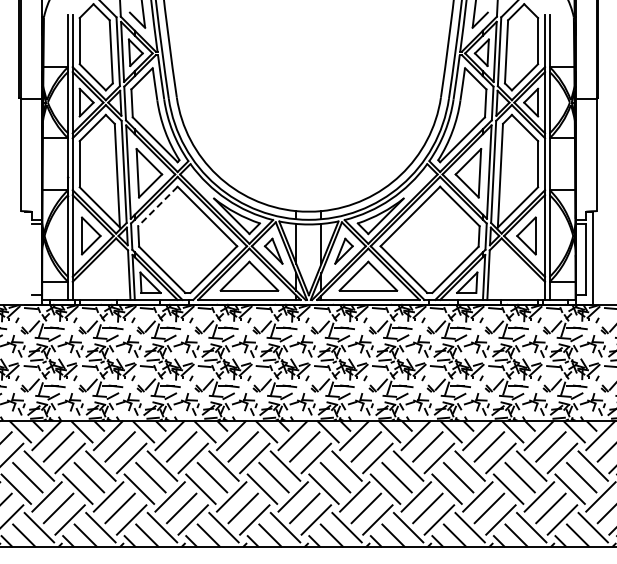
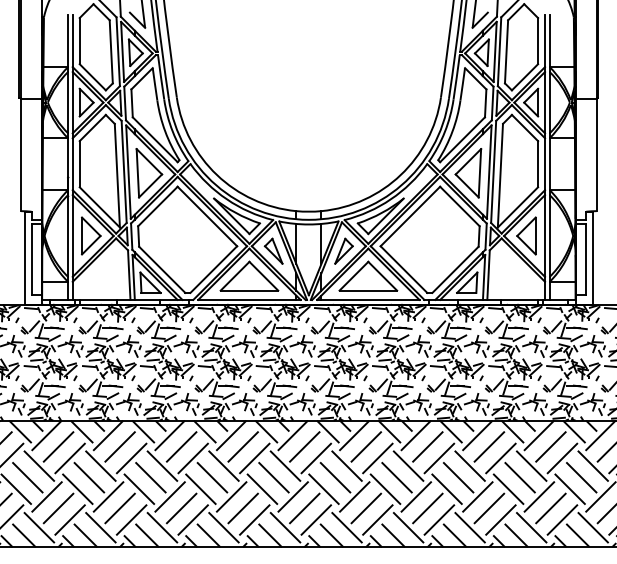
line at (157, 206): dashed -> solid
line at (25, 257): none -> present
line at (31, 259): none -> present
